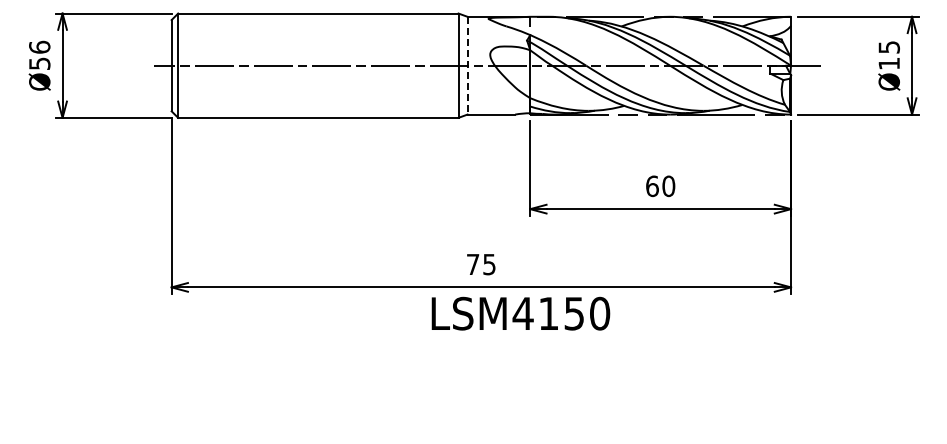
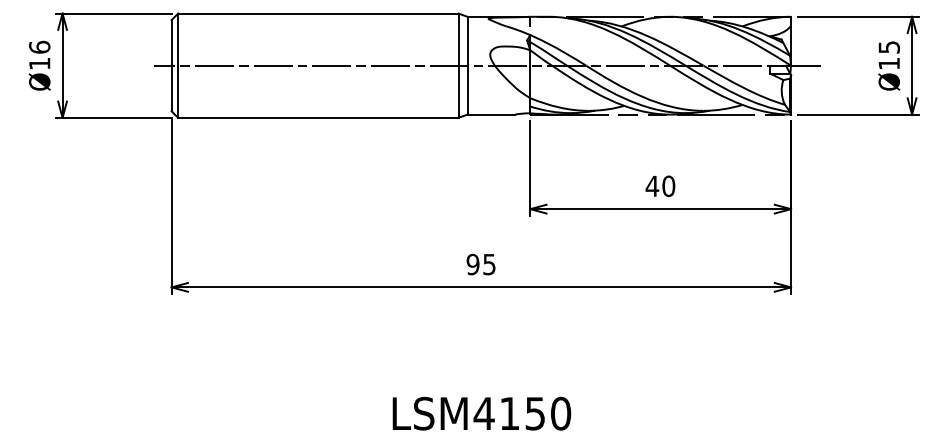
text at (39, 63): Ø56 -> Ø16
line at (467, 65): dashed -> solid
text at (652, 186): 60 -> 40
text at (472, 264): 75 -> 95
text at (520, 313) position: (520, 313) -> (481, 413)
